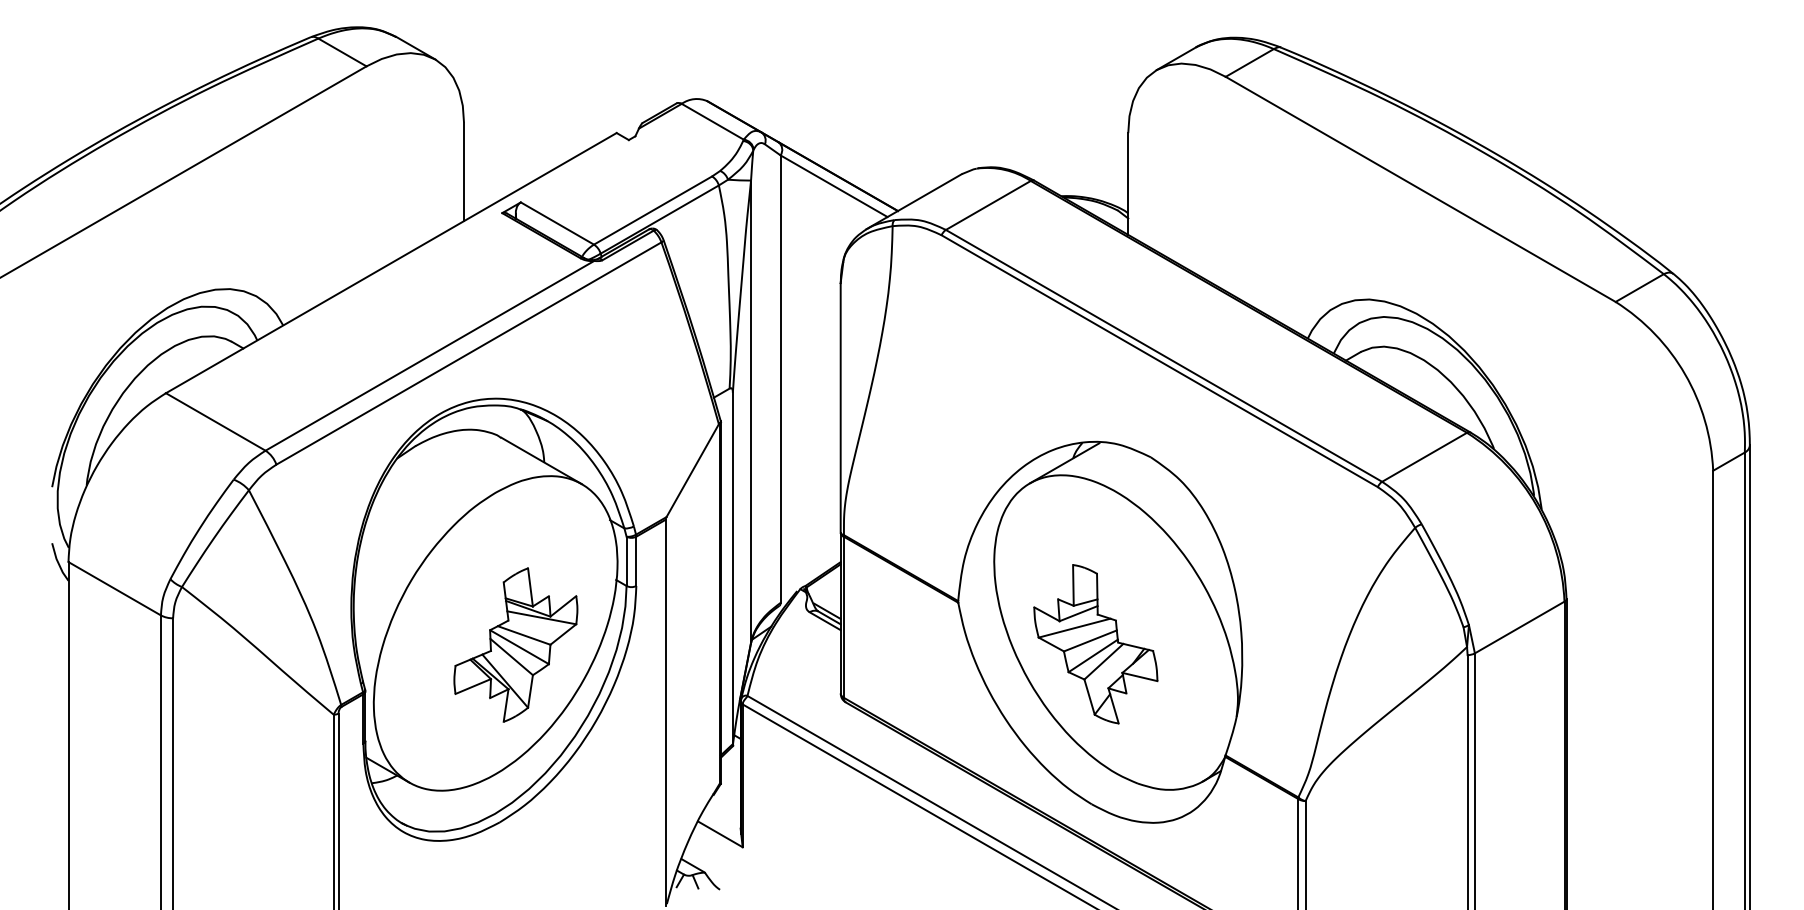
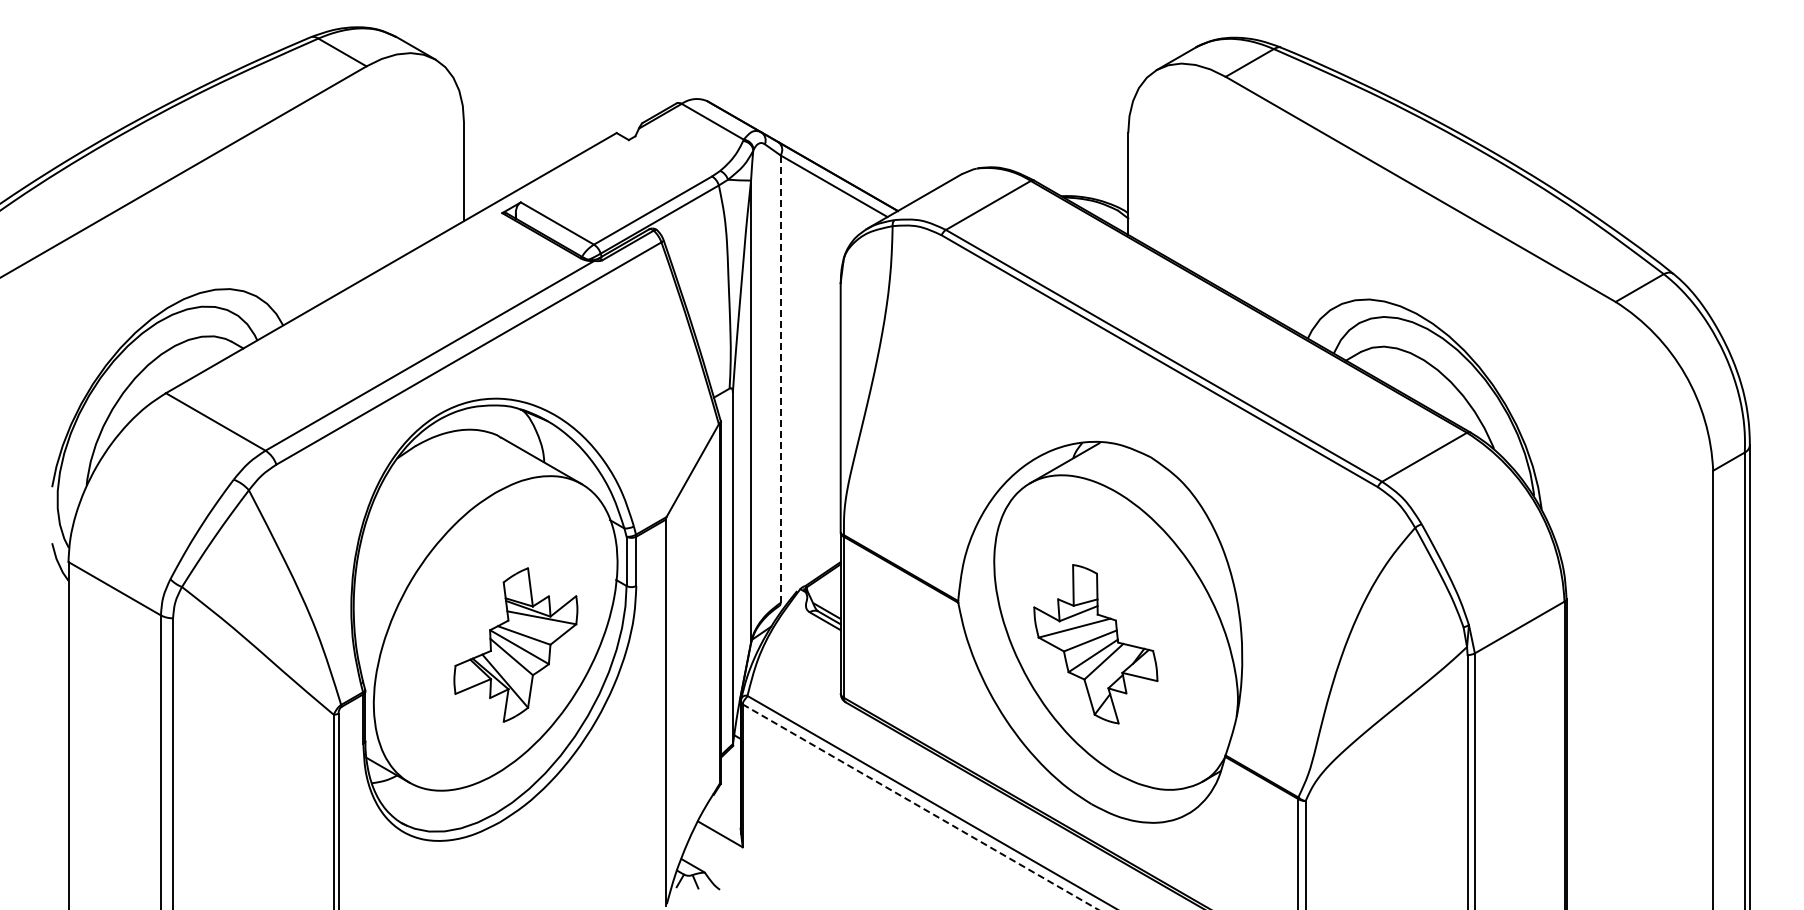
line at (780, 379): solid -> dashed
line at (920, 807): solid -> dashed
